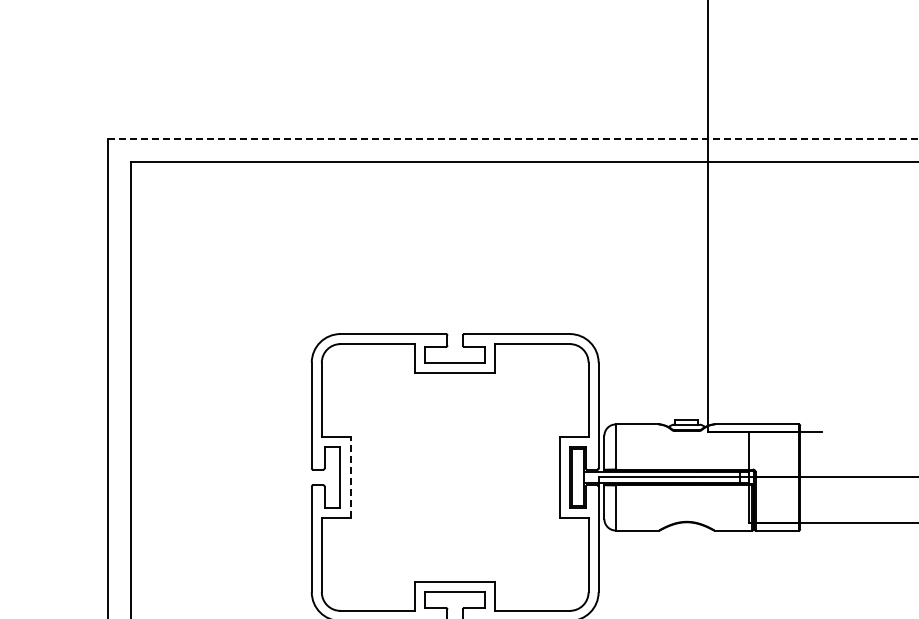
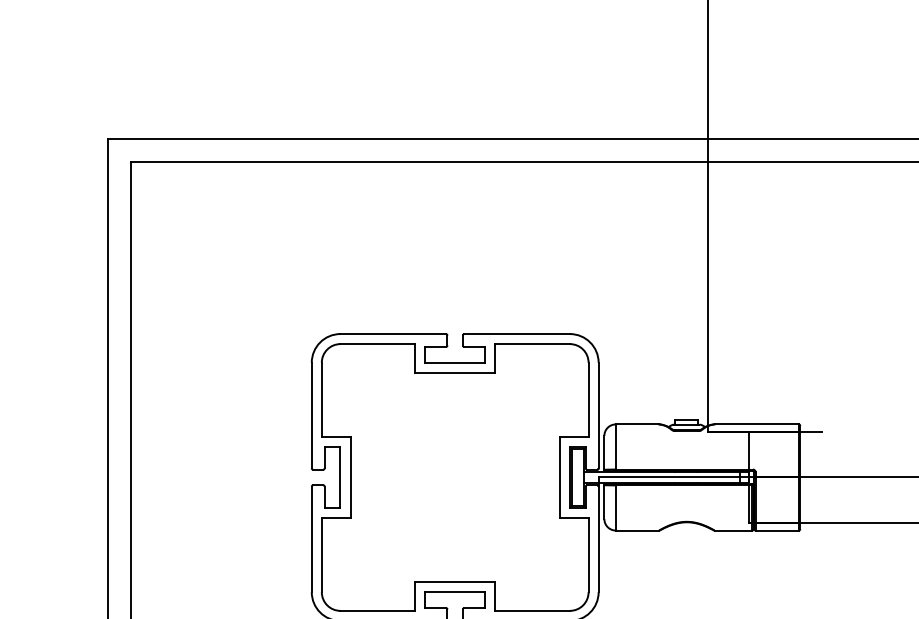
line at (513, 138): dashed -> solid
line at (350, 476): dashed -> solid
